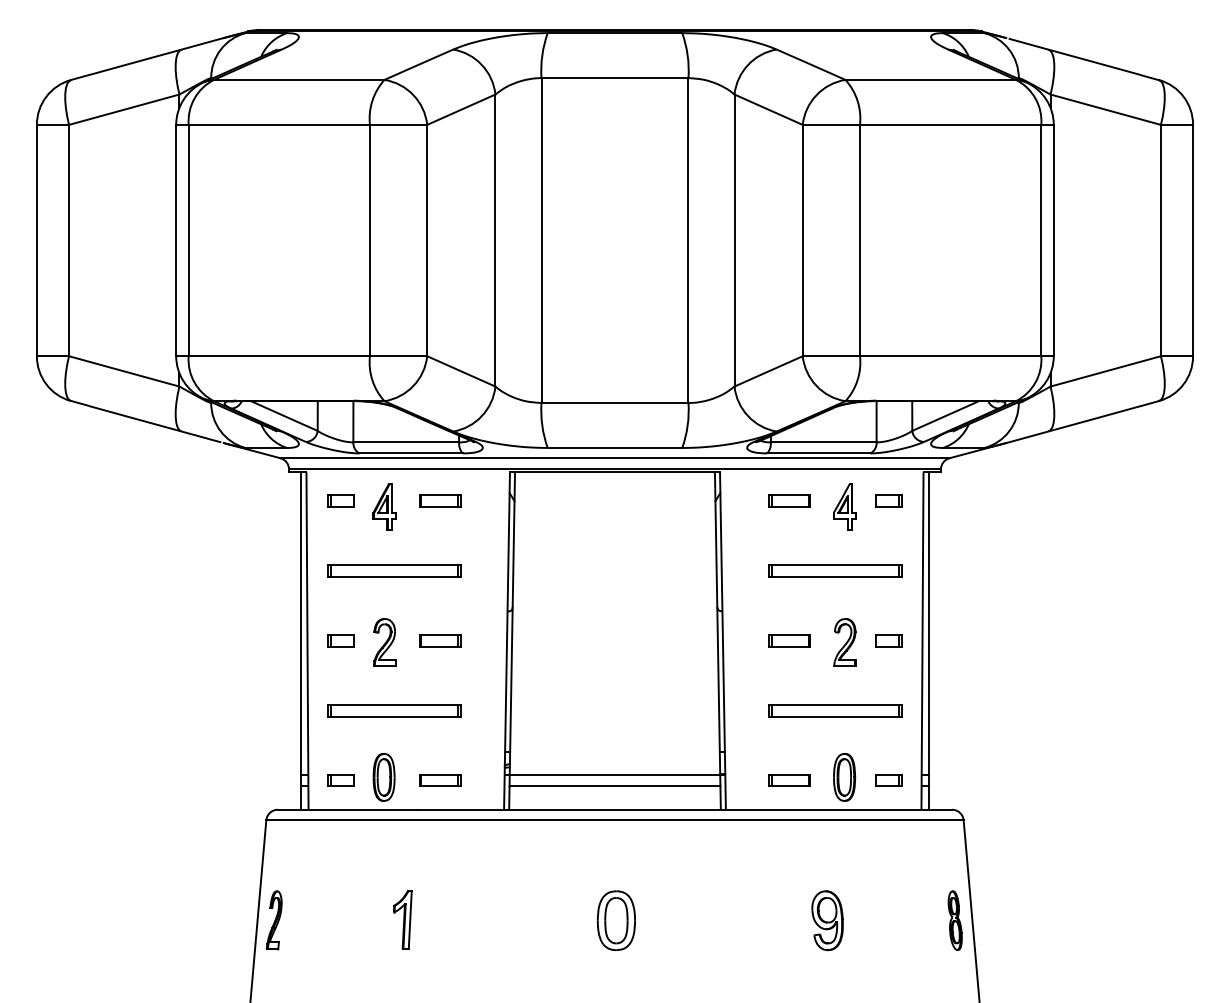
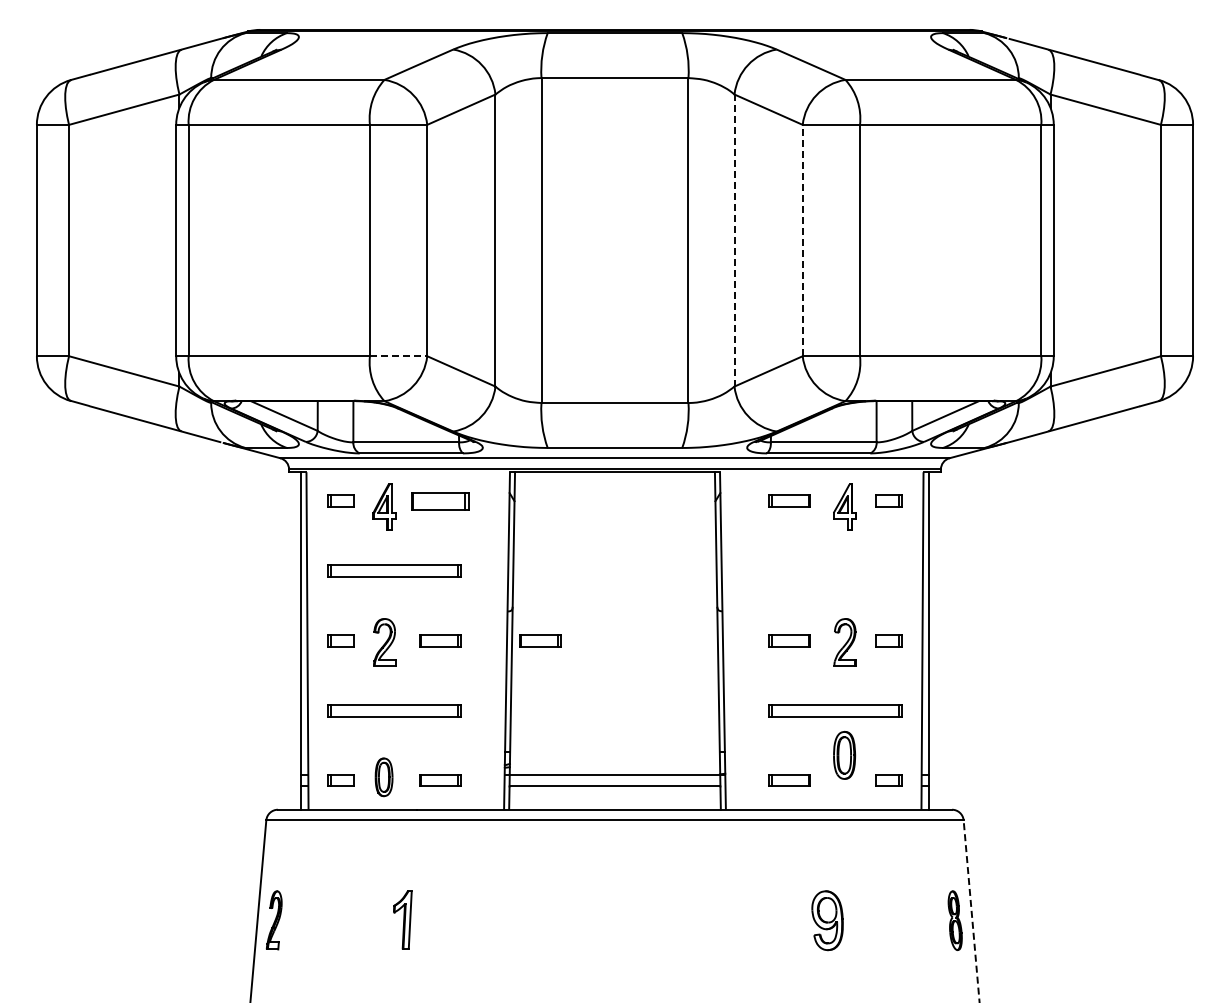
line at (734, 240): solid -> dashed
line at (802, 240): solid -> dashed
line at (398, 356): solid -> dashed
part at (440, 500) size: 43x14 px -> 59x19 px
part at (835, 570): present -> none
part at (540, 640): none -> present
part at (383, 776) size: 24x50 px -> 20x41 px
part at (844, 776) position: (844, 776) -> (844, 754)
line at (971, 911): solid -> dashed
part at (615, 920): present -> none
